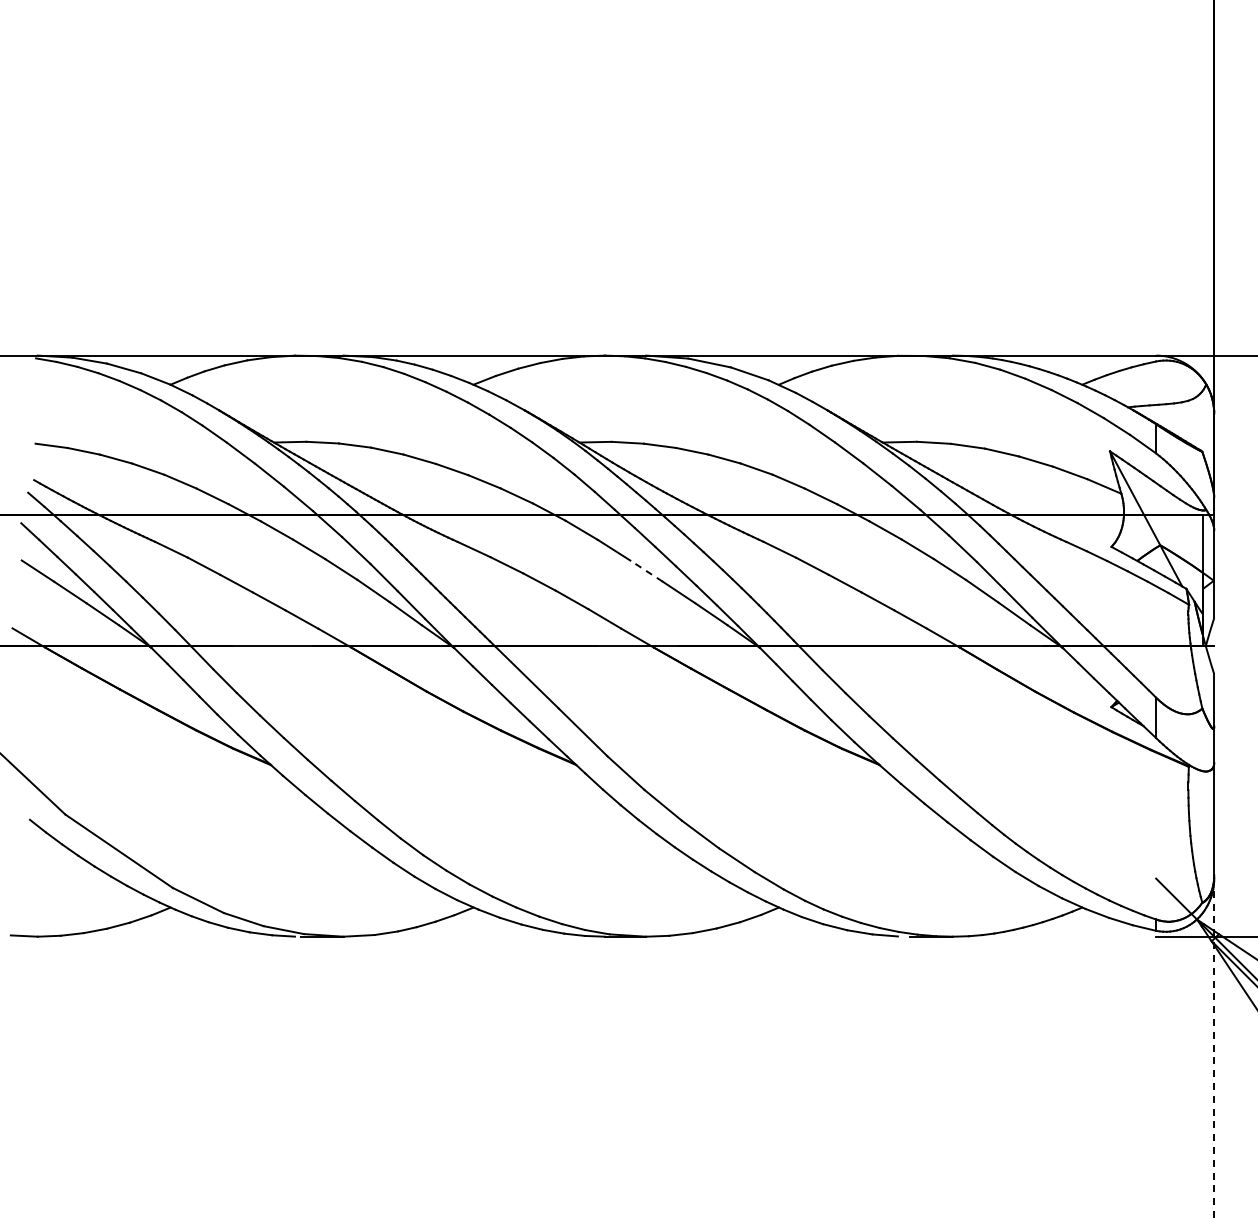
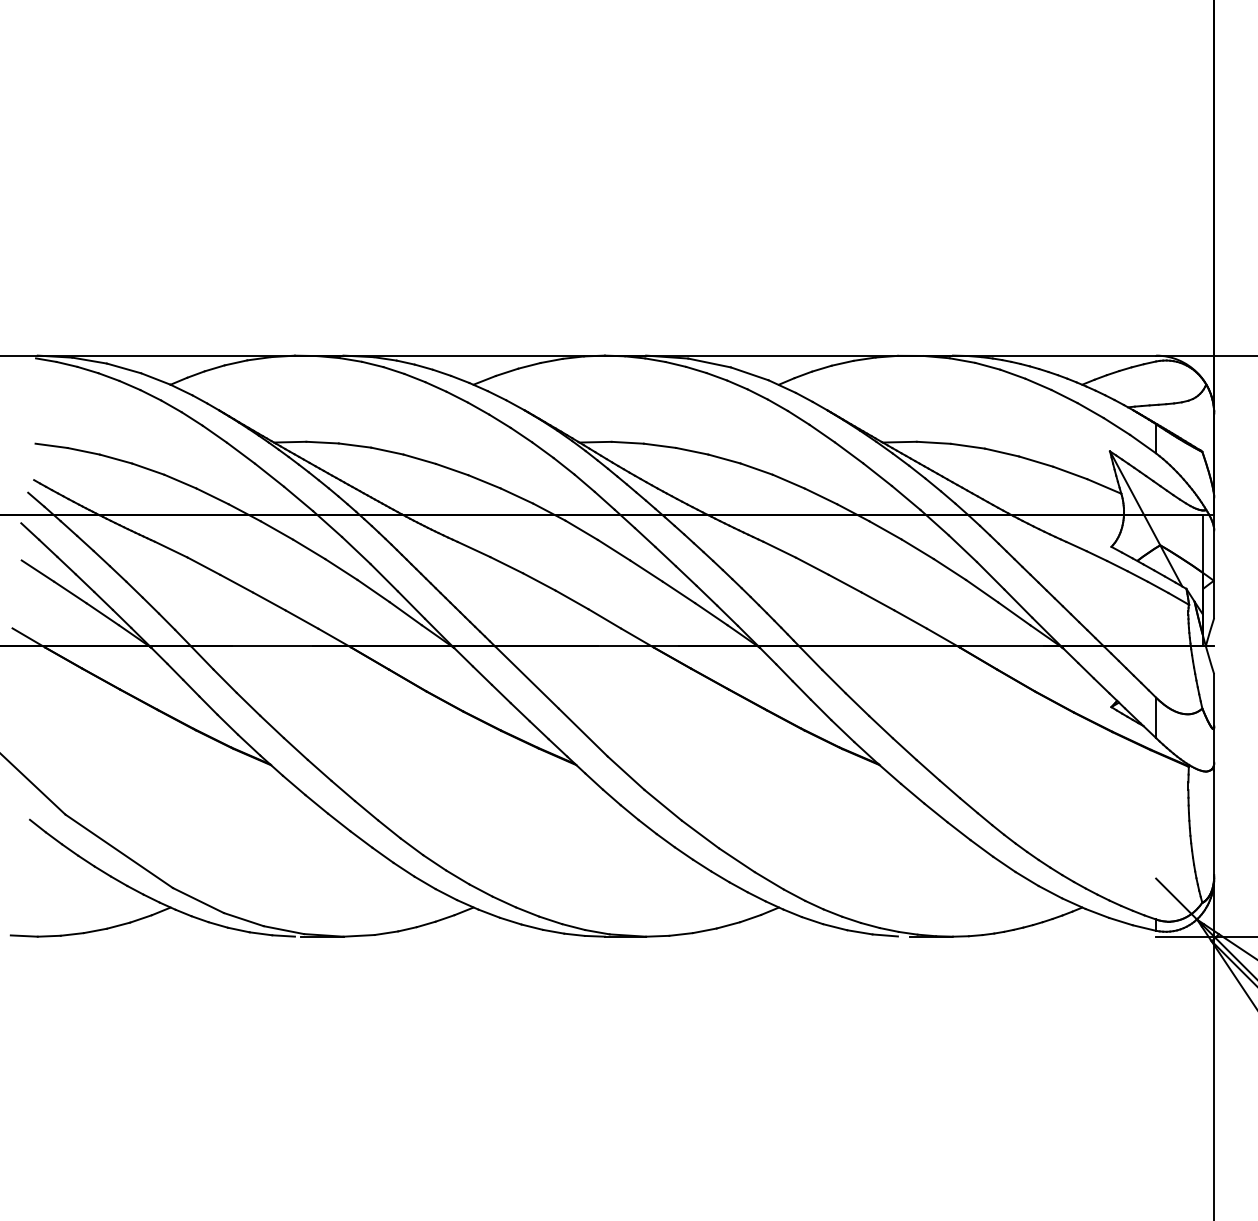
line at (646, 570): dashed -> solid
line at (1214, 1049): dashed -> solid
